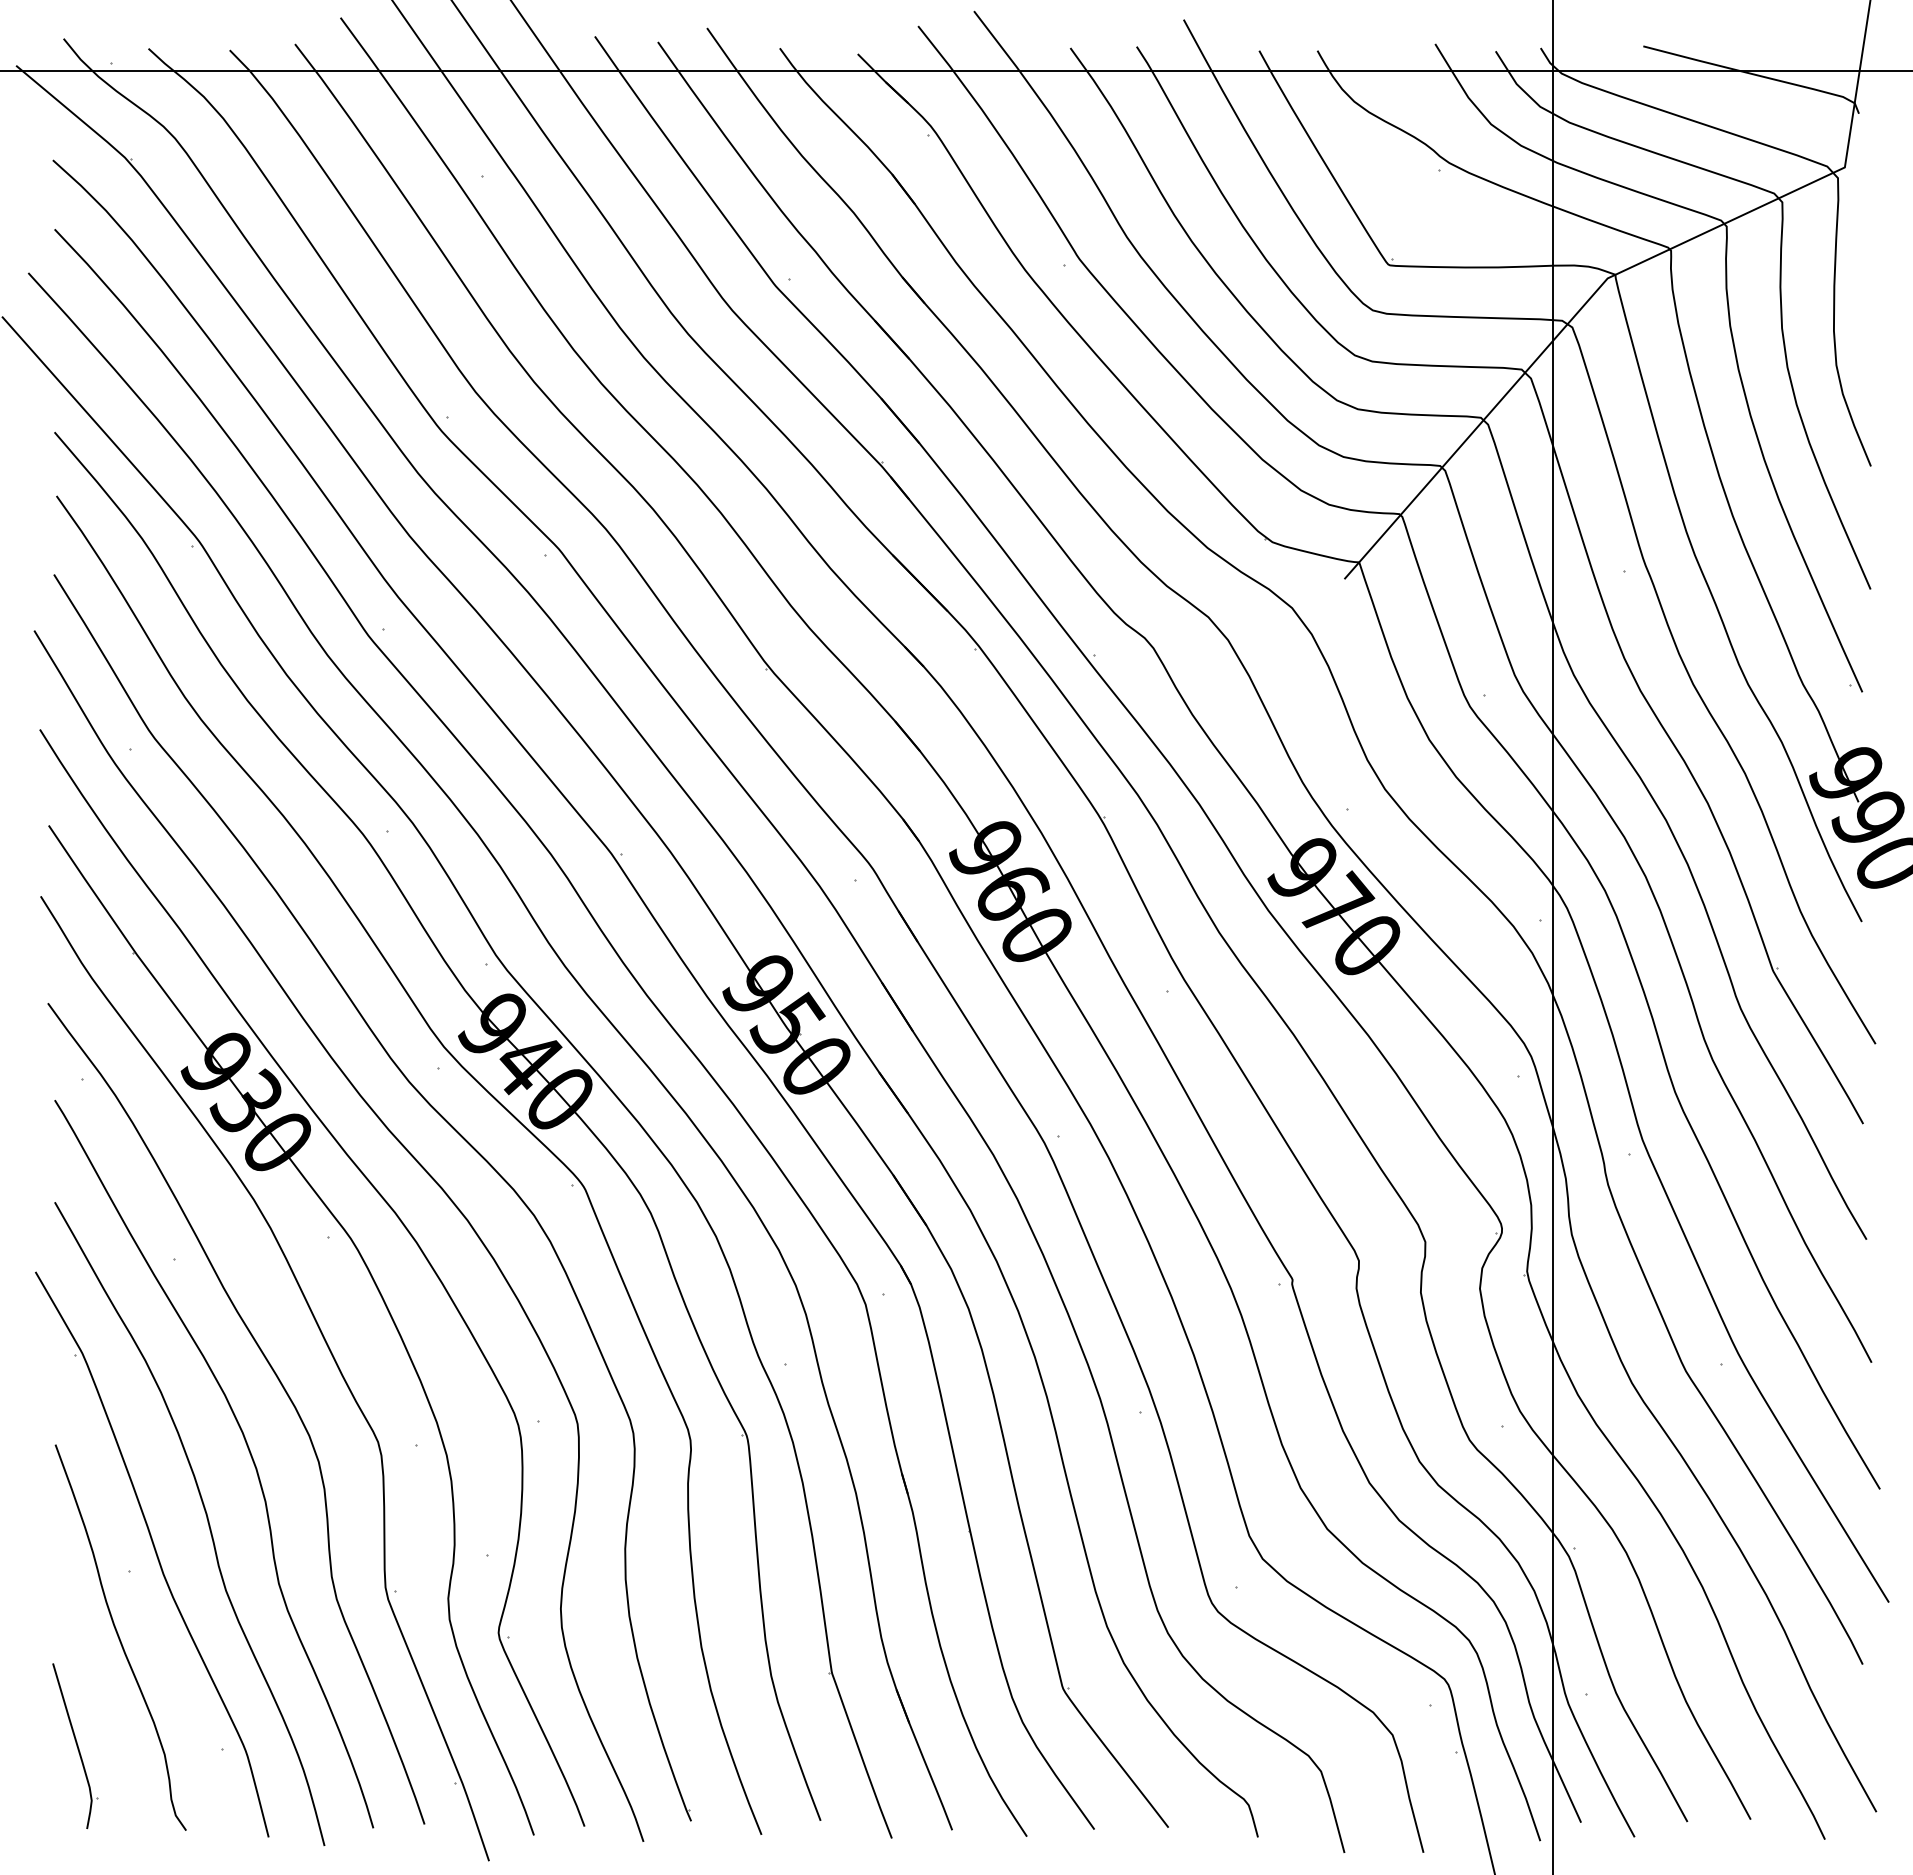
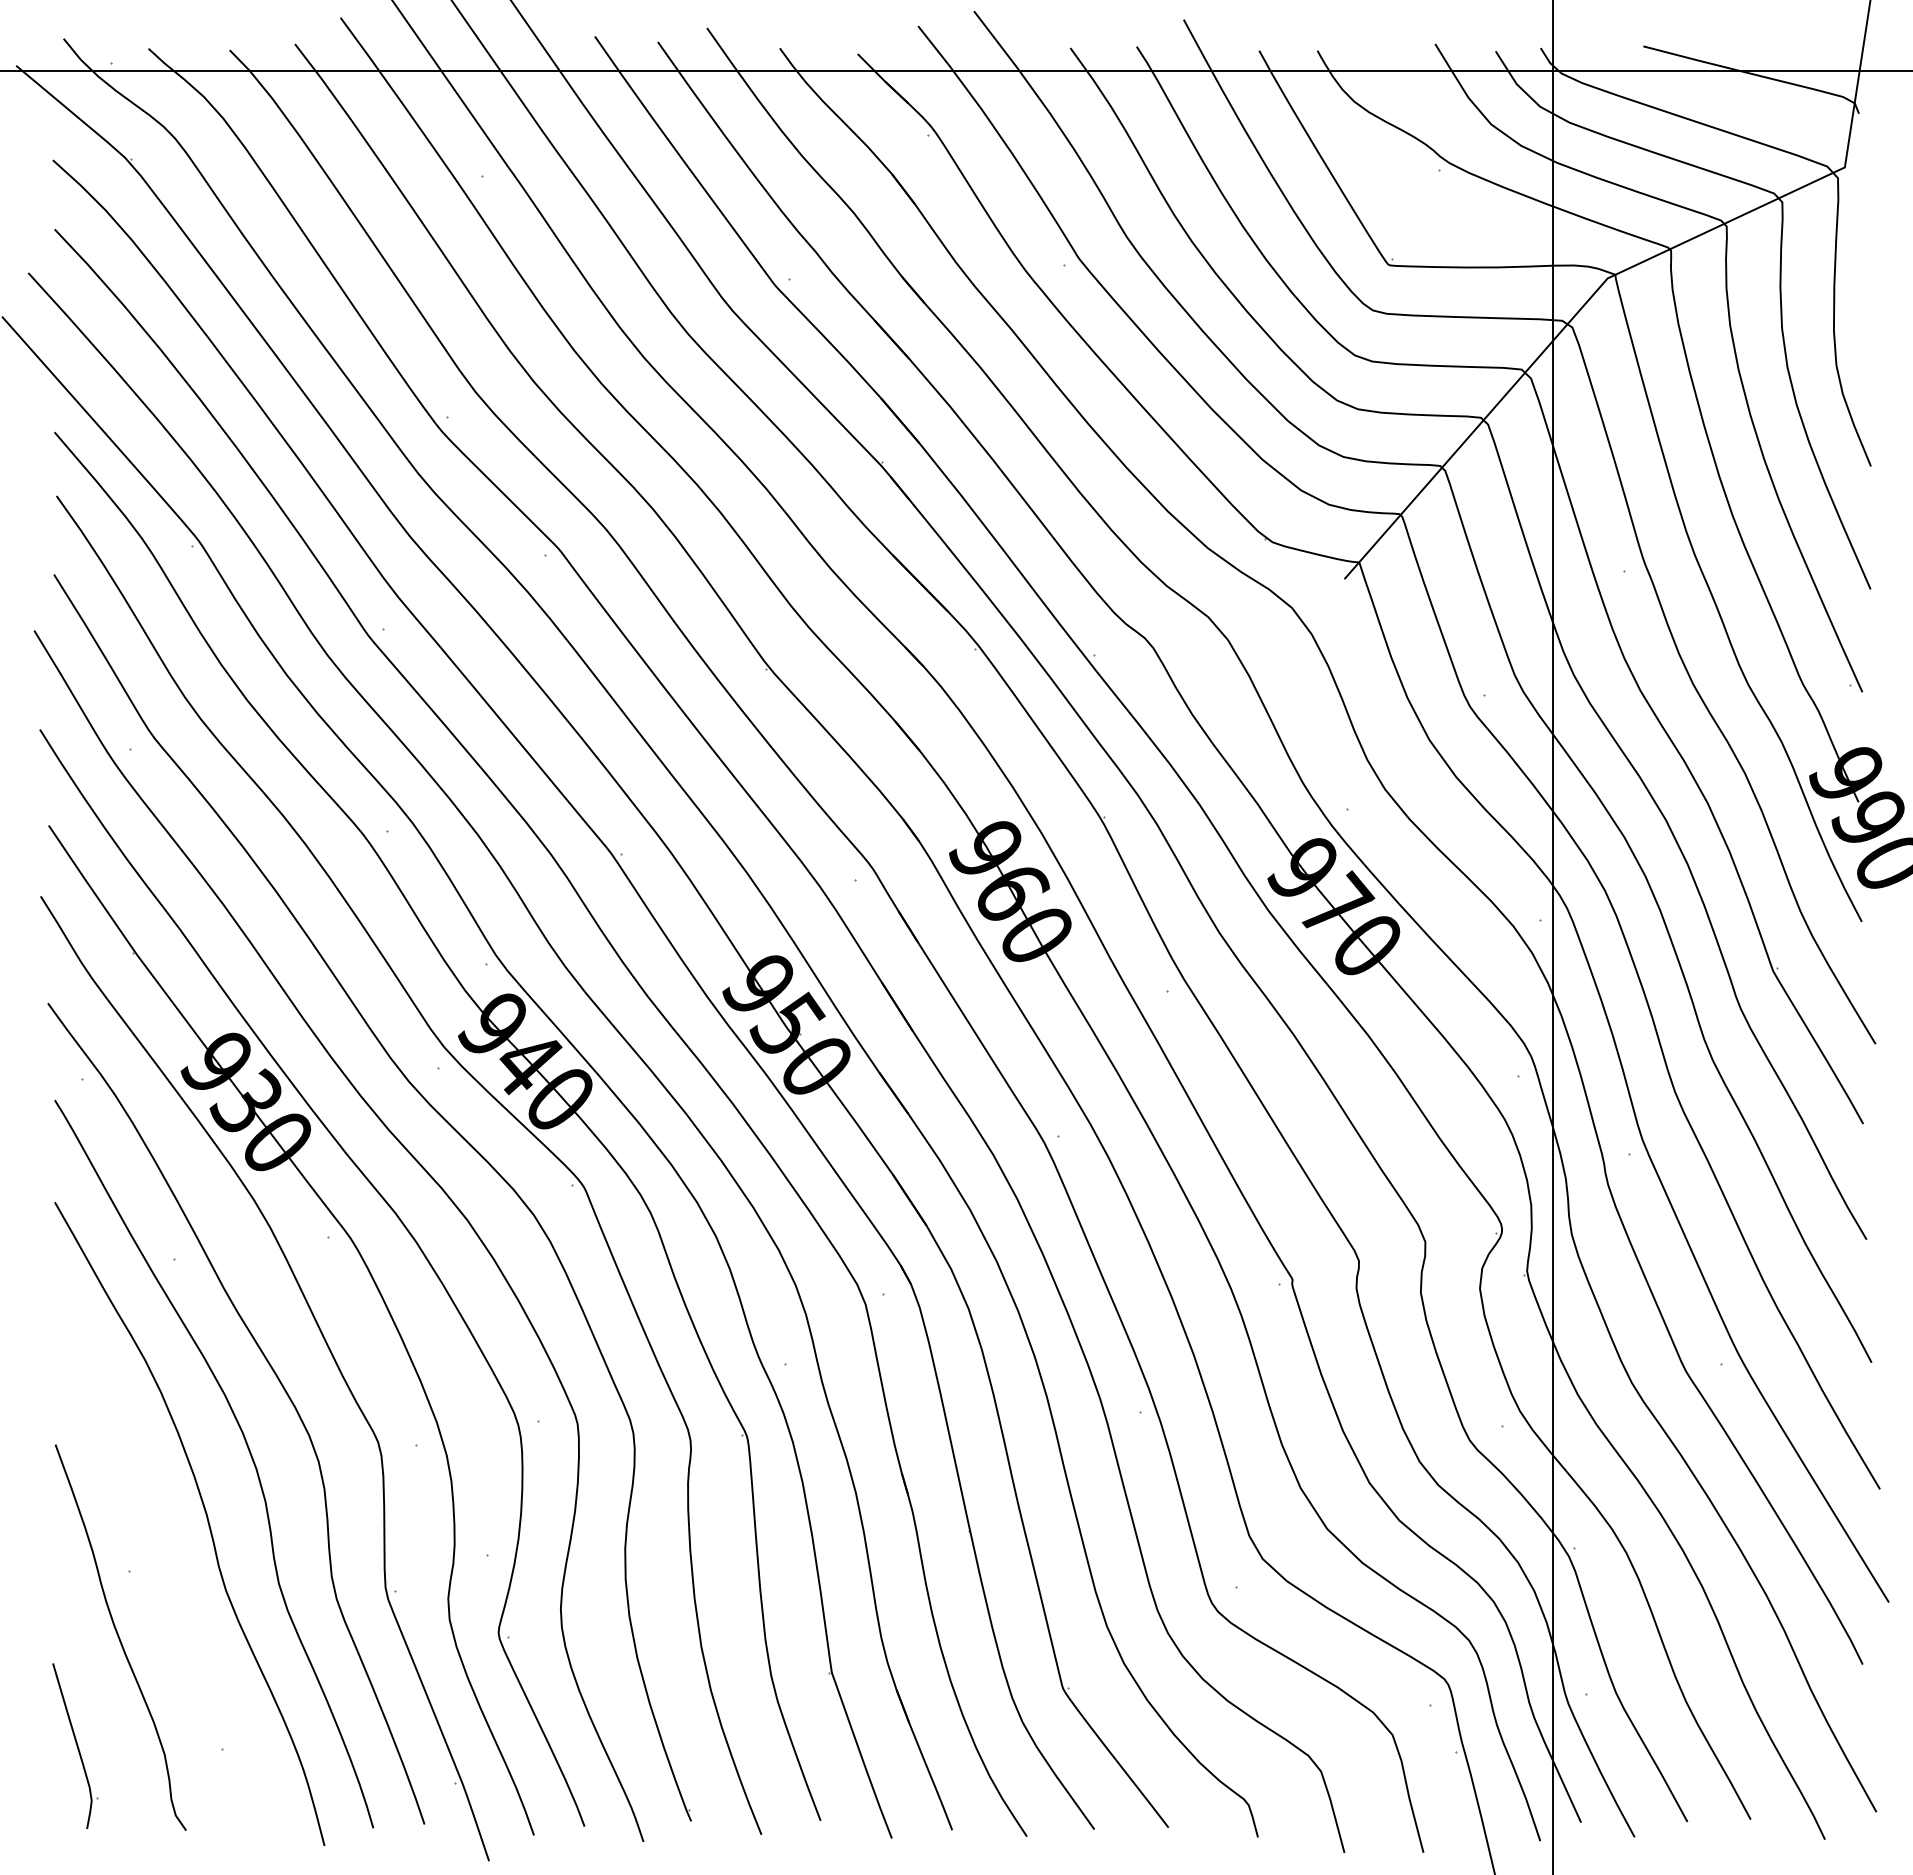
part at (152, 1554): present -> none
